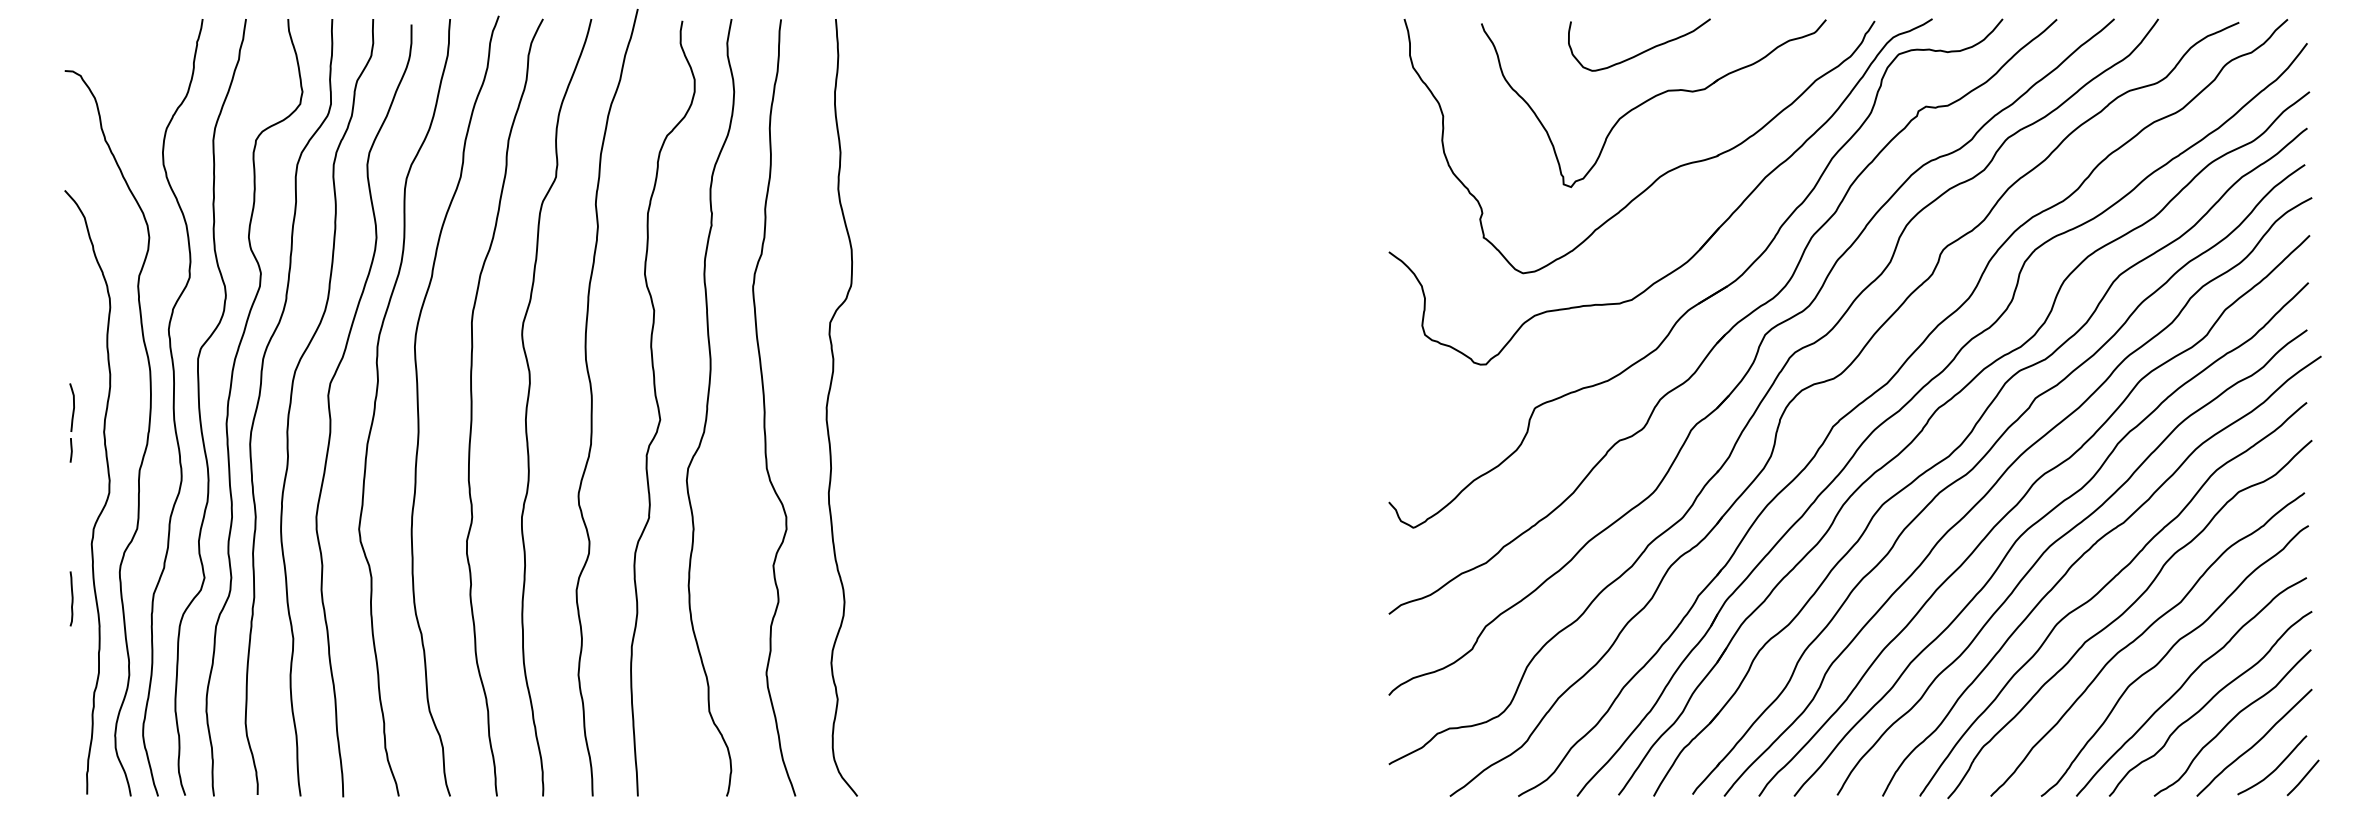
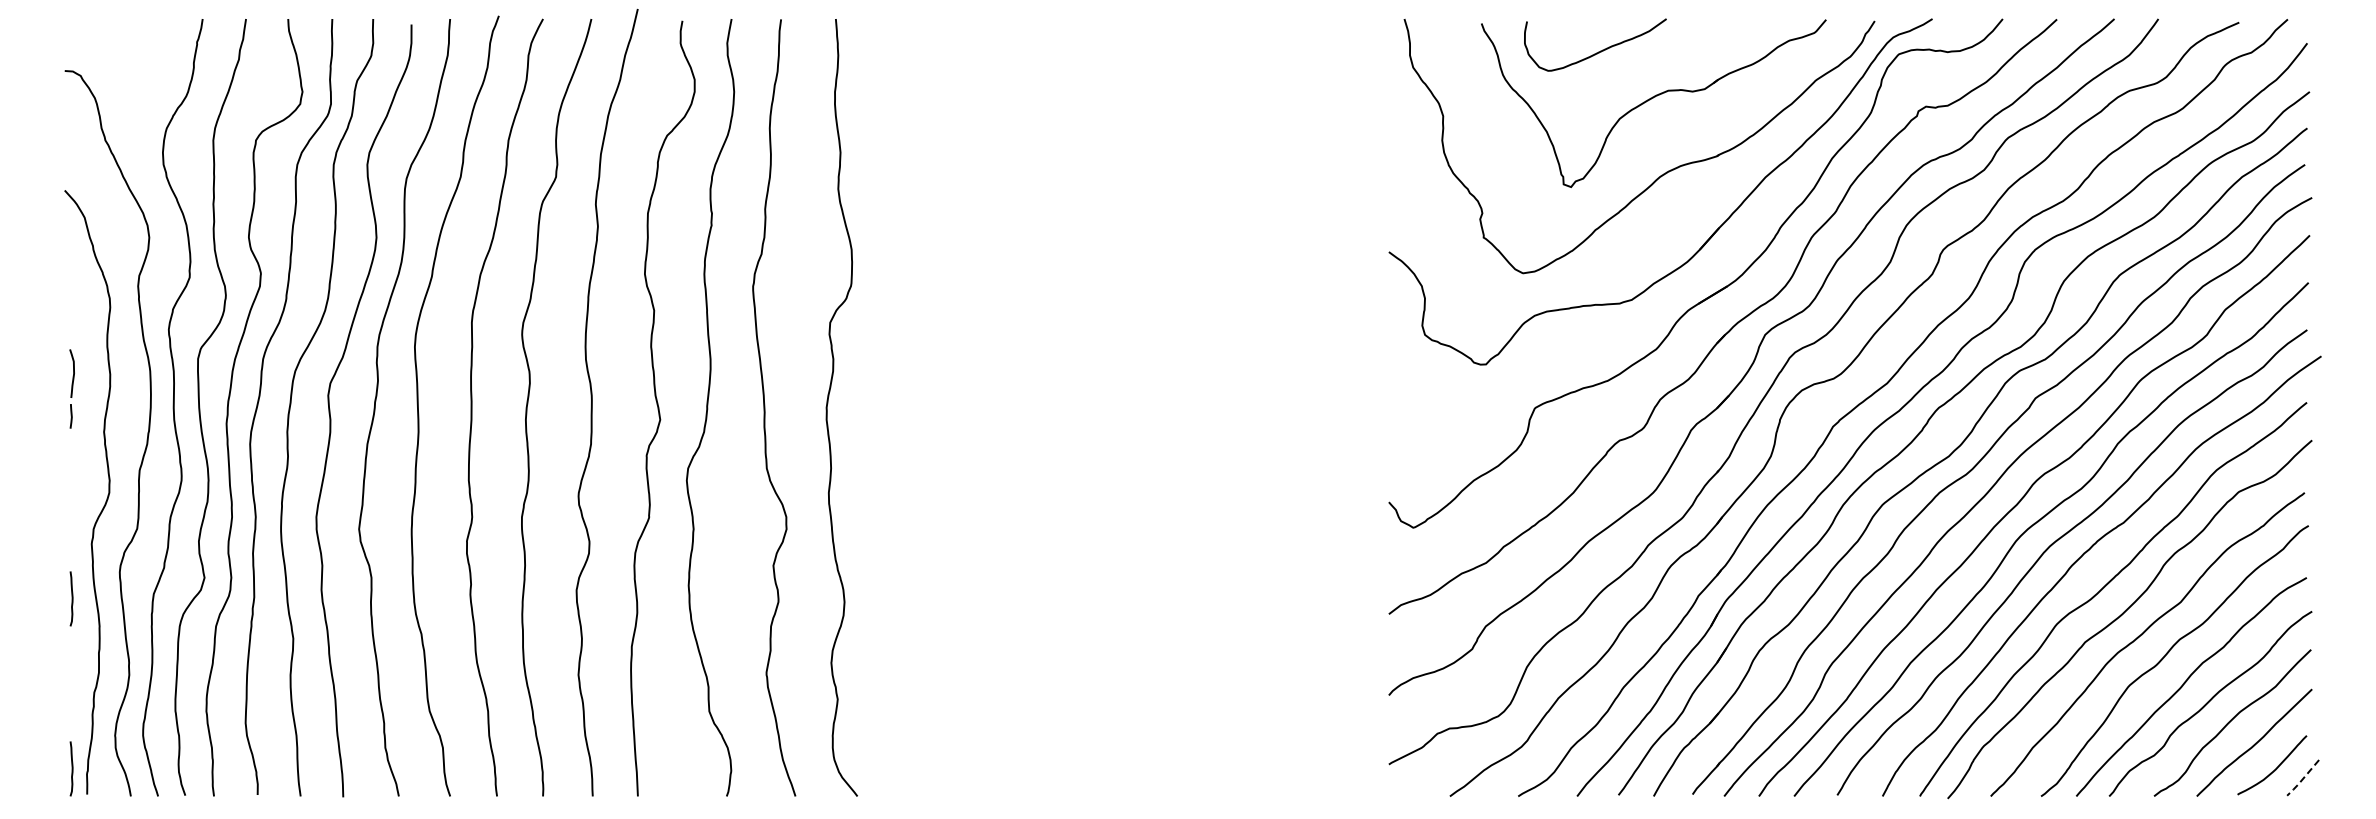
curve at (1642, 51) position: (1642, 51) -> (1598, 51)
part at (71, 422) position: (71, 422) -> (71, 388)
curve at (71, 768): none -> present
line at (2302, 779): solid -> dashed
